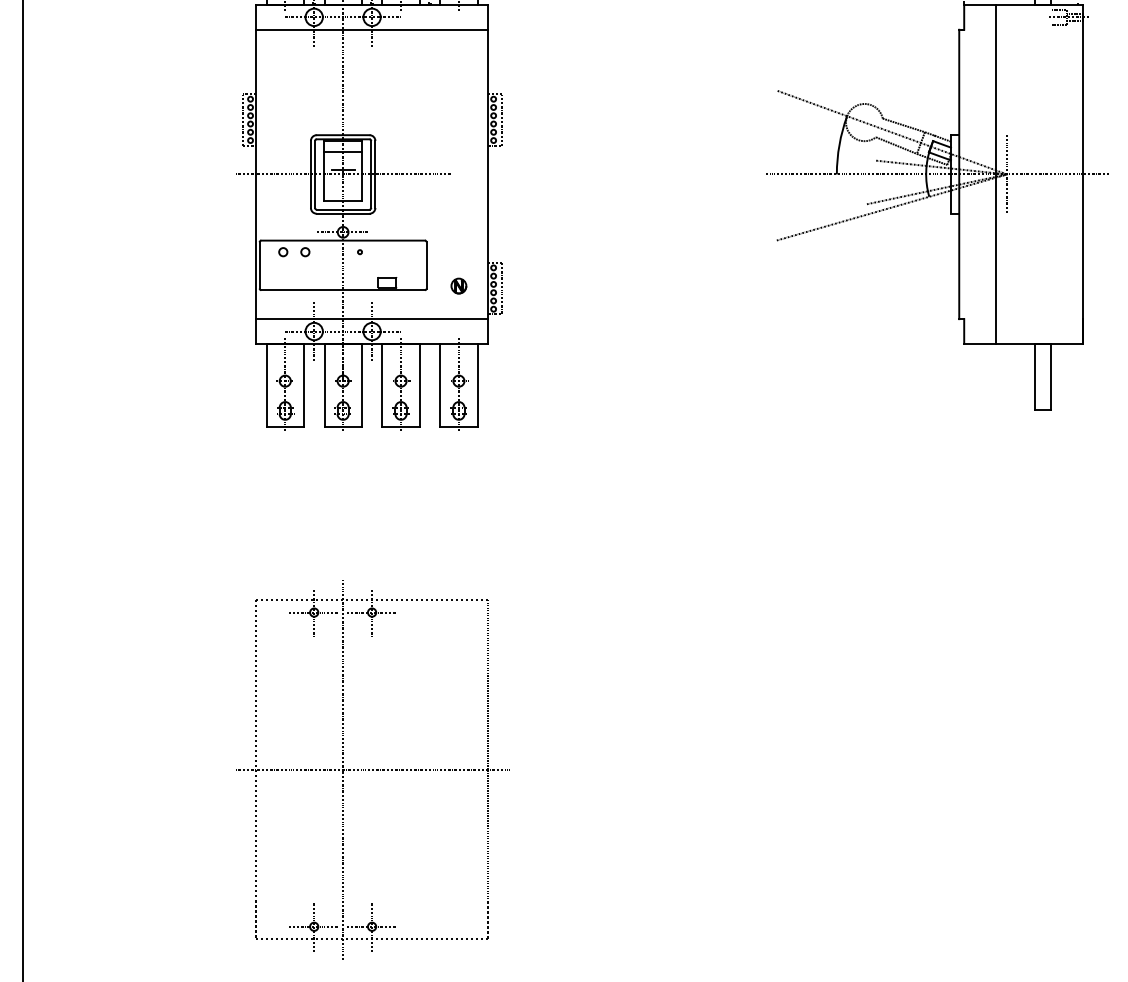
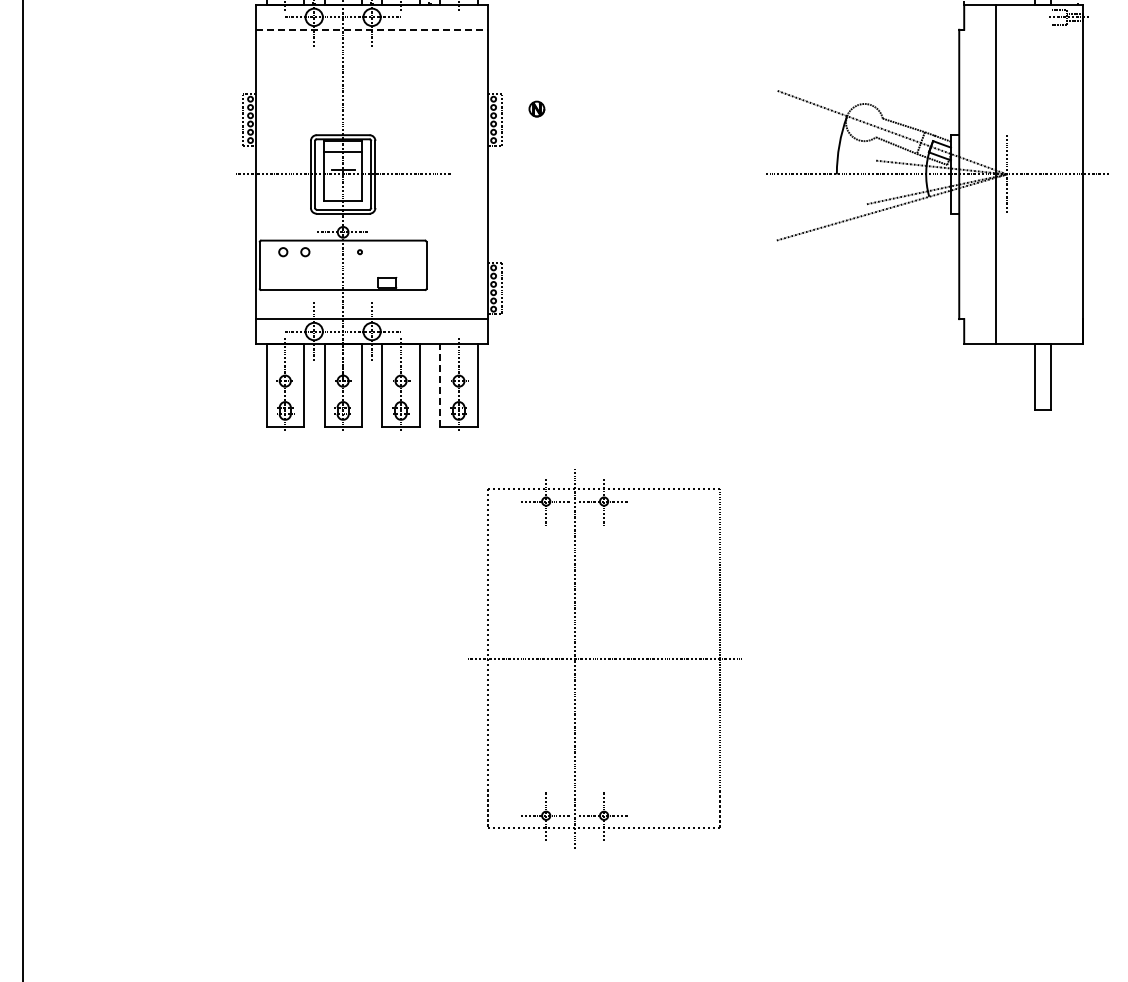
line at (372, 29): solid -> dashed
part at (458, 285) position: (458, 285) -> (536, 108)
line at (440, 384): solid -> dashed
part at (372, 769) position: (372, 769) -> (604, 658)
